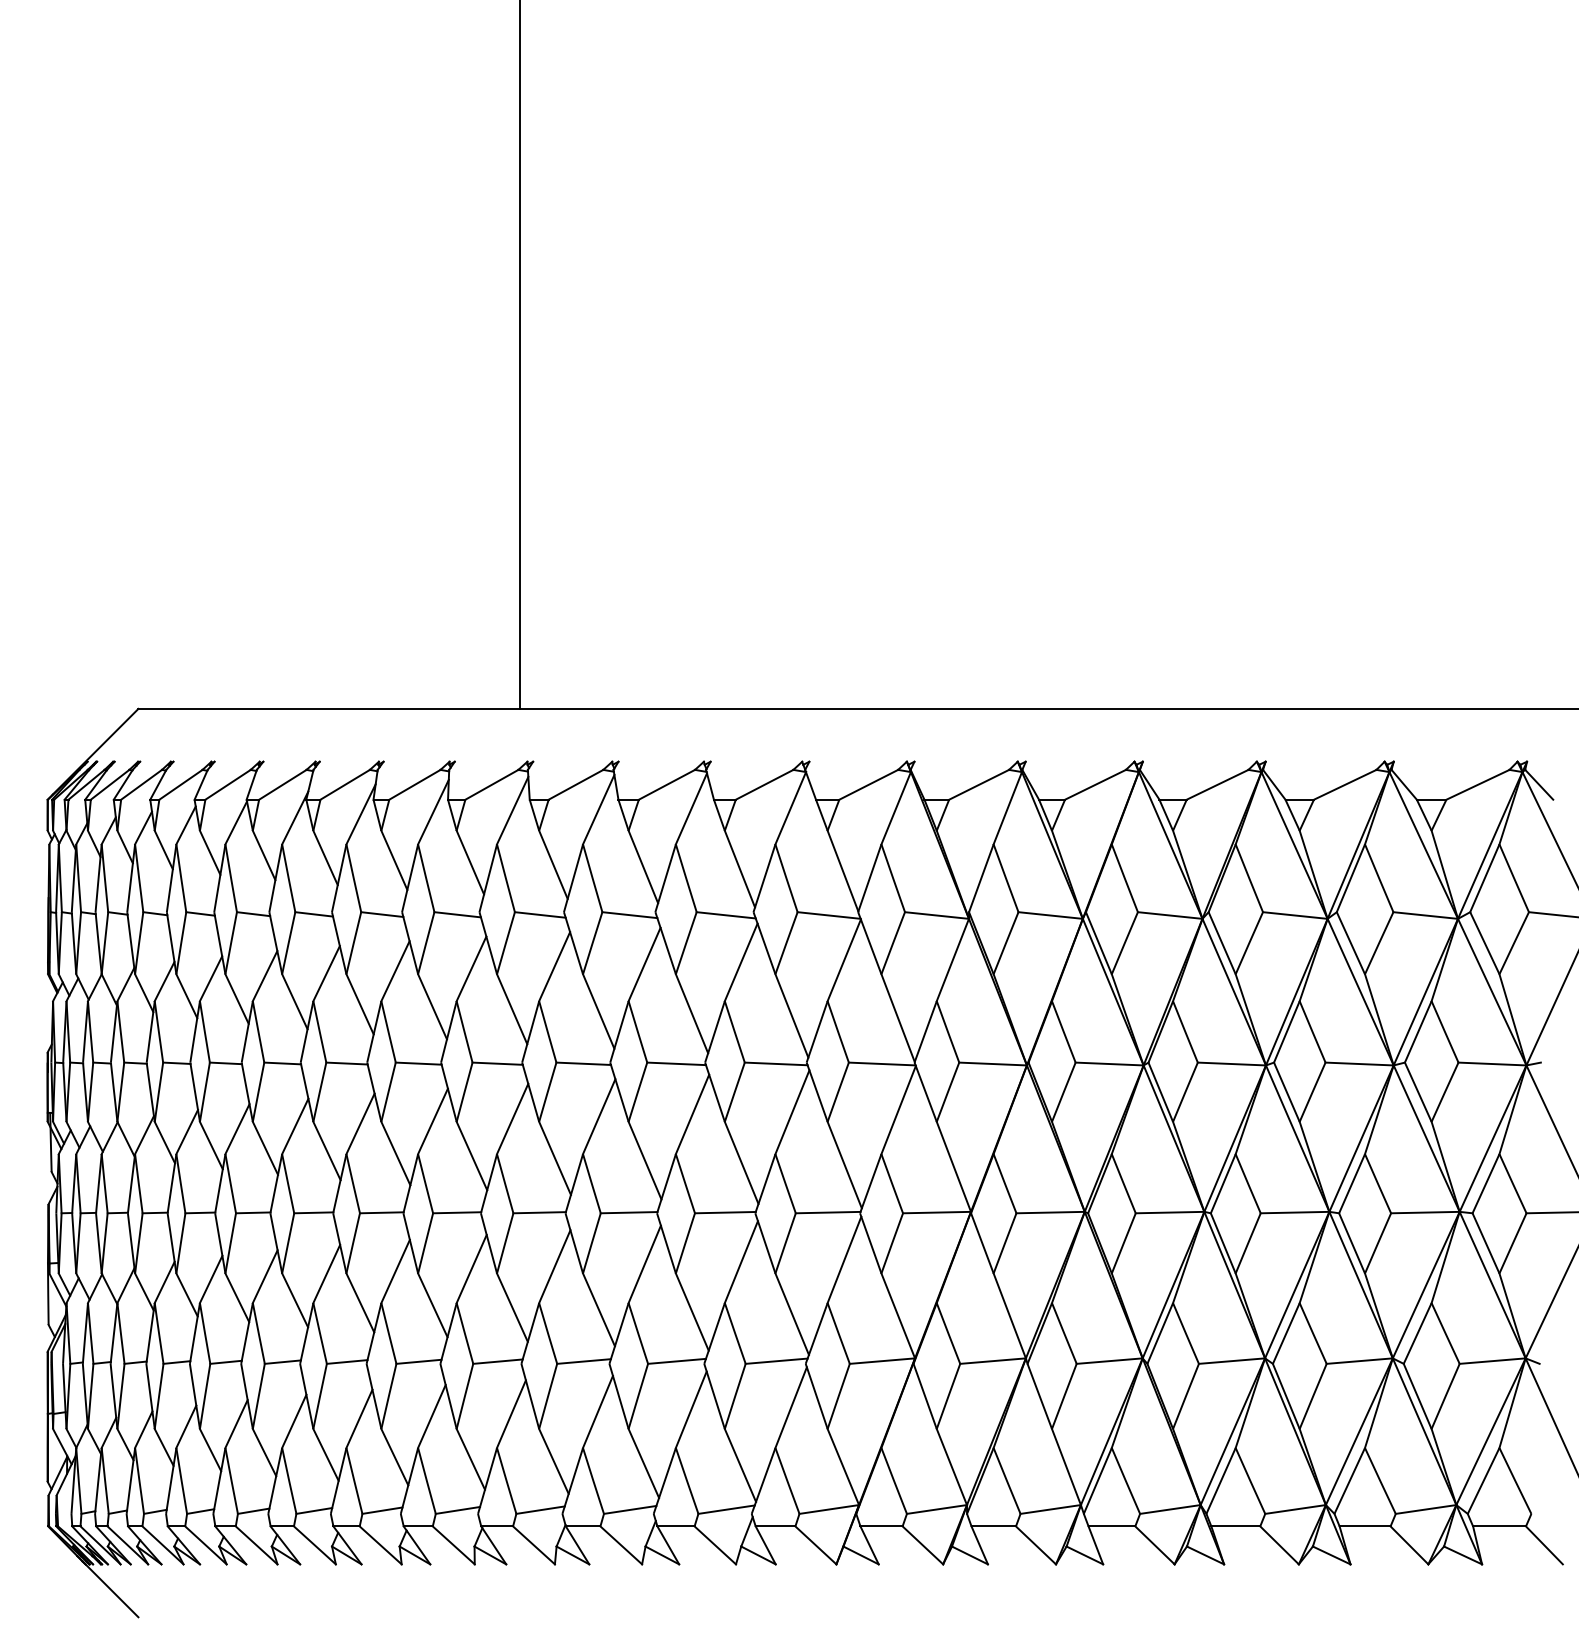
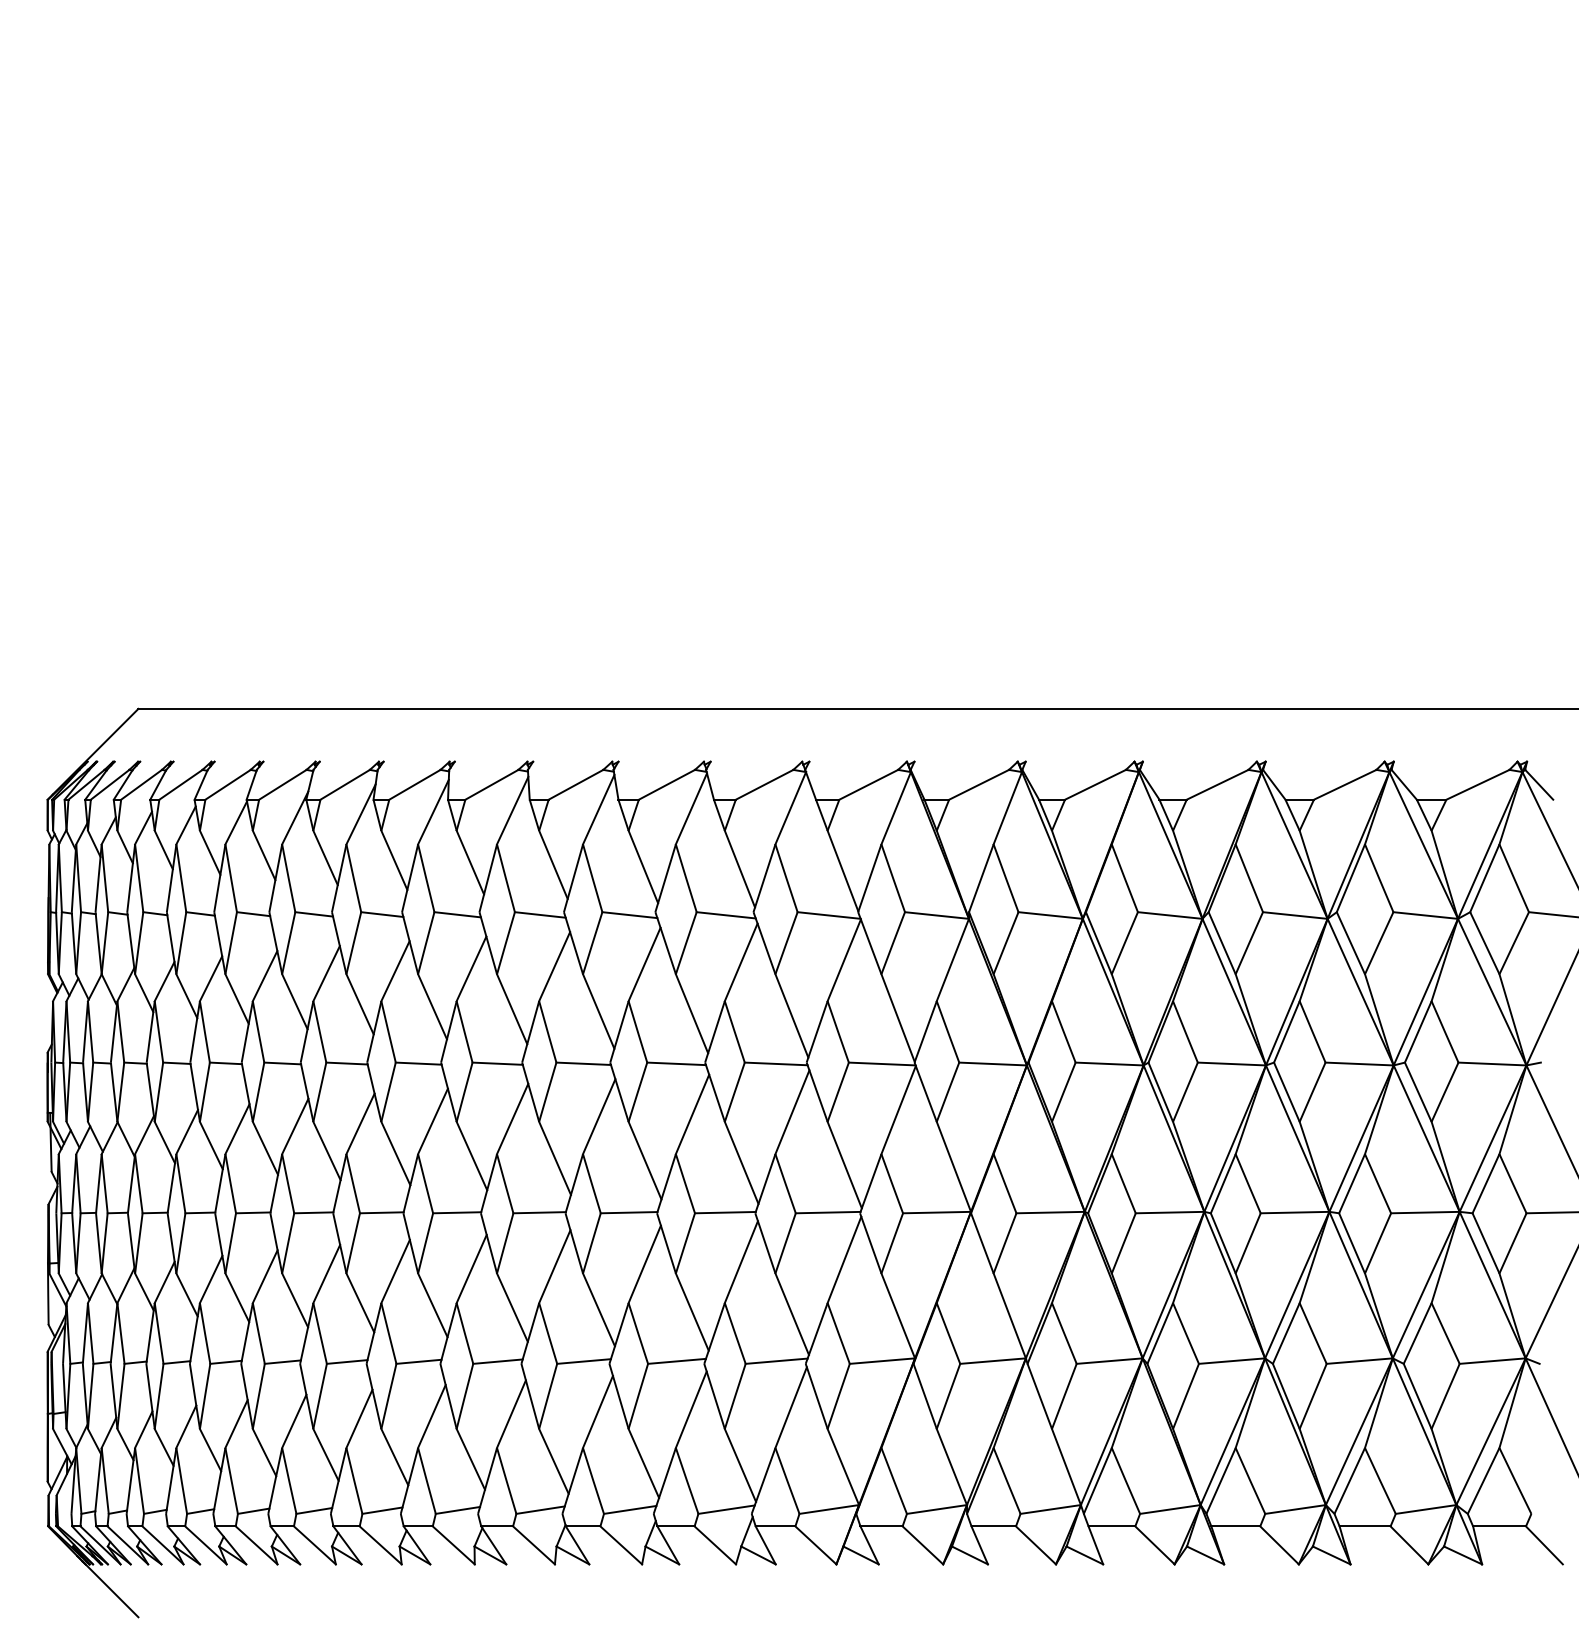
line at (519, 355): present -> none
